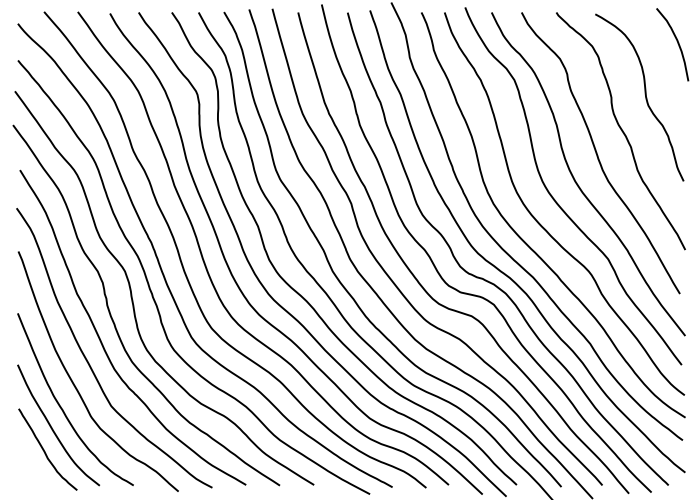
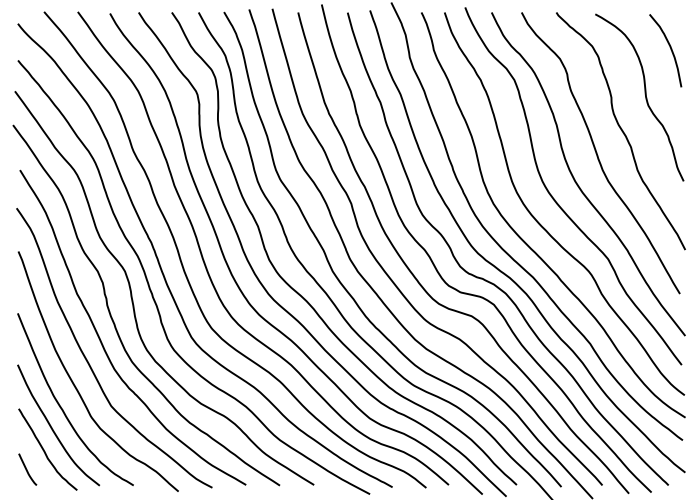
curve at (676, 41) position: (676, 41) -> (669, 47)
curve at (27, 469): none -> present
